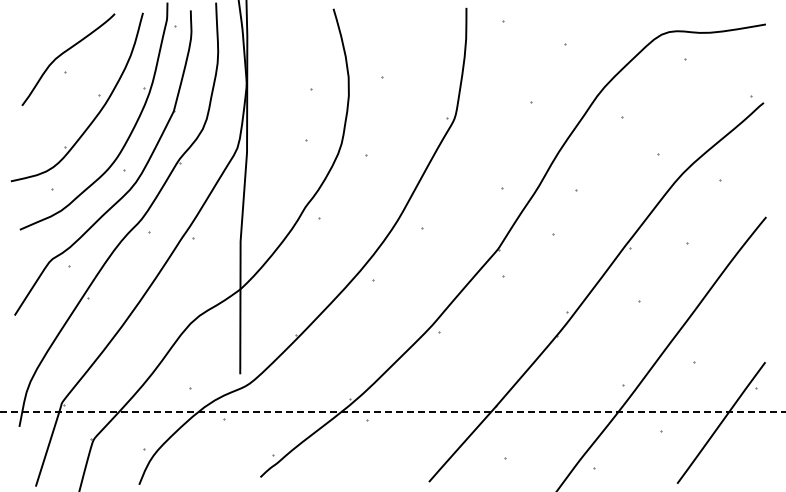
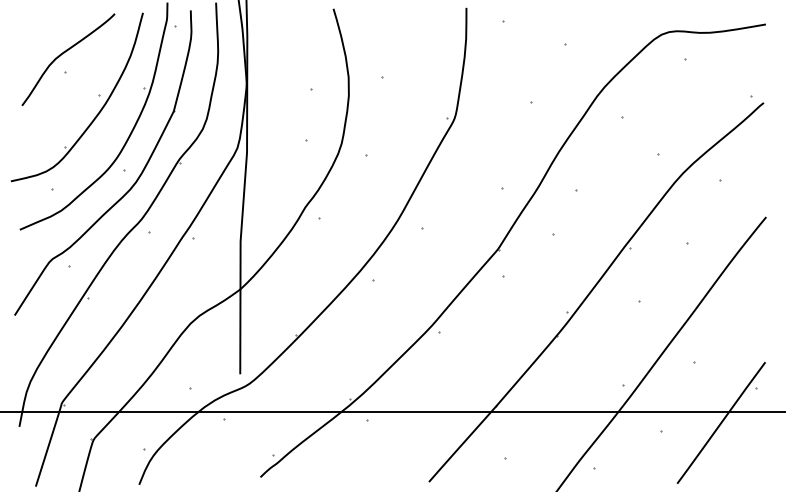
line at (392, 411): dashed -> solid
